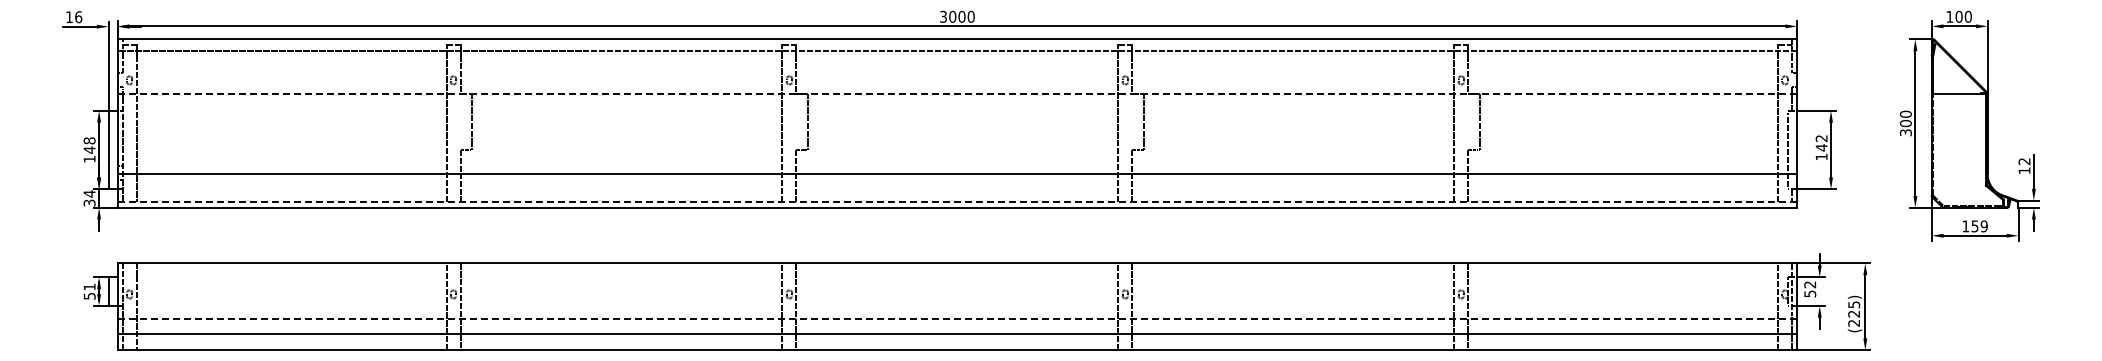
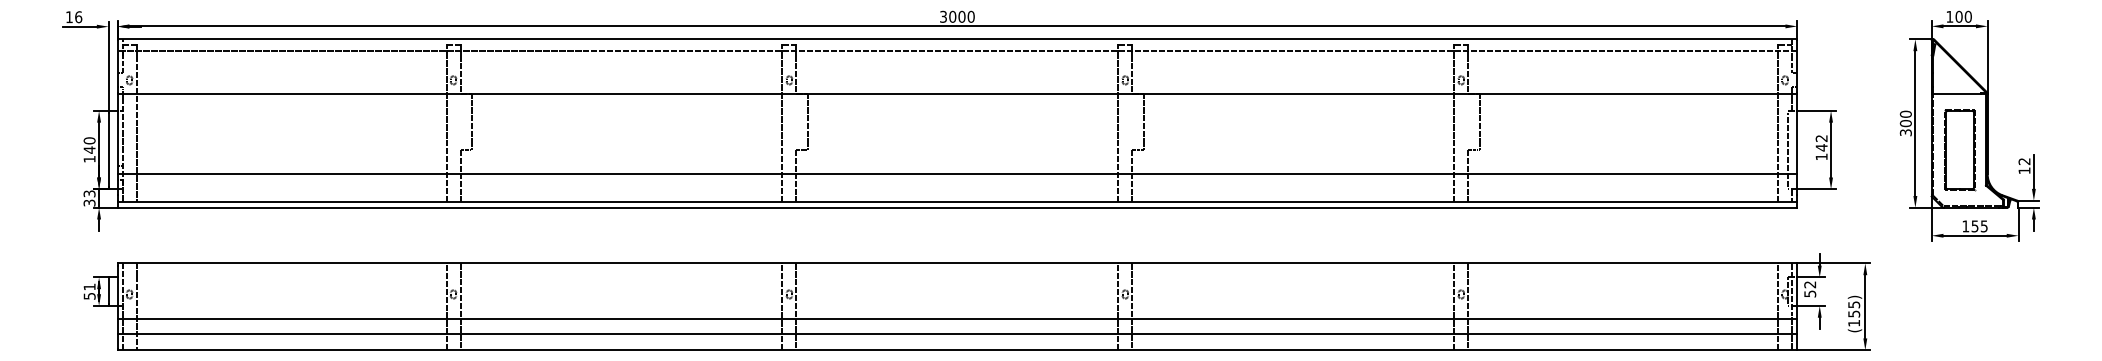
line at (957, 93): dashed -> solid
text at (89, 140): 148 -> 140
part at (1960, 150): none -> present
text at (89, 193): 34 -> 33
line at (957, 202): dashed -> solid
text at (1983, 225): 159 -> 155
text at (1854, 318): (225) -> (155)
line at (957, 319): dashed -> solid
